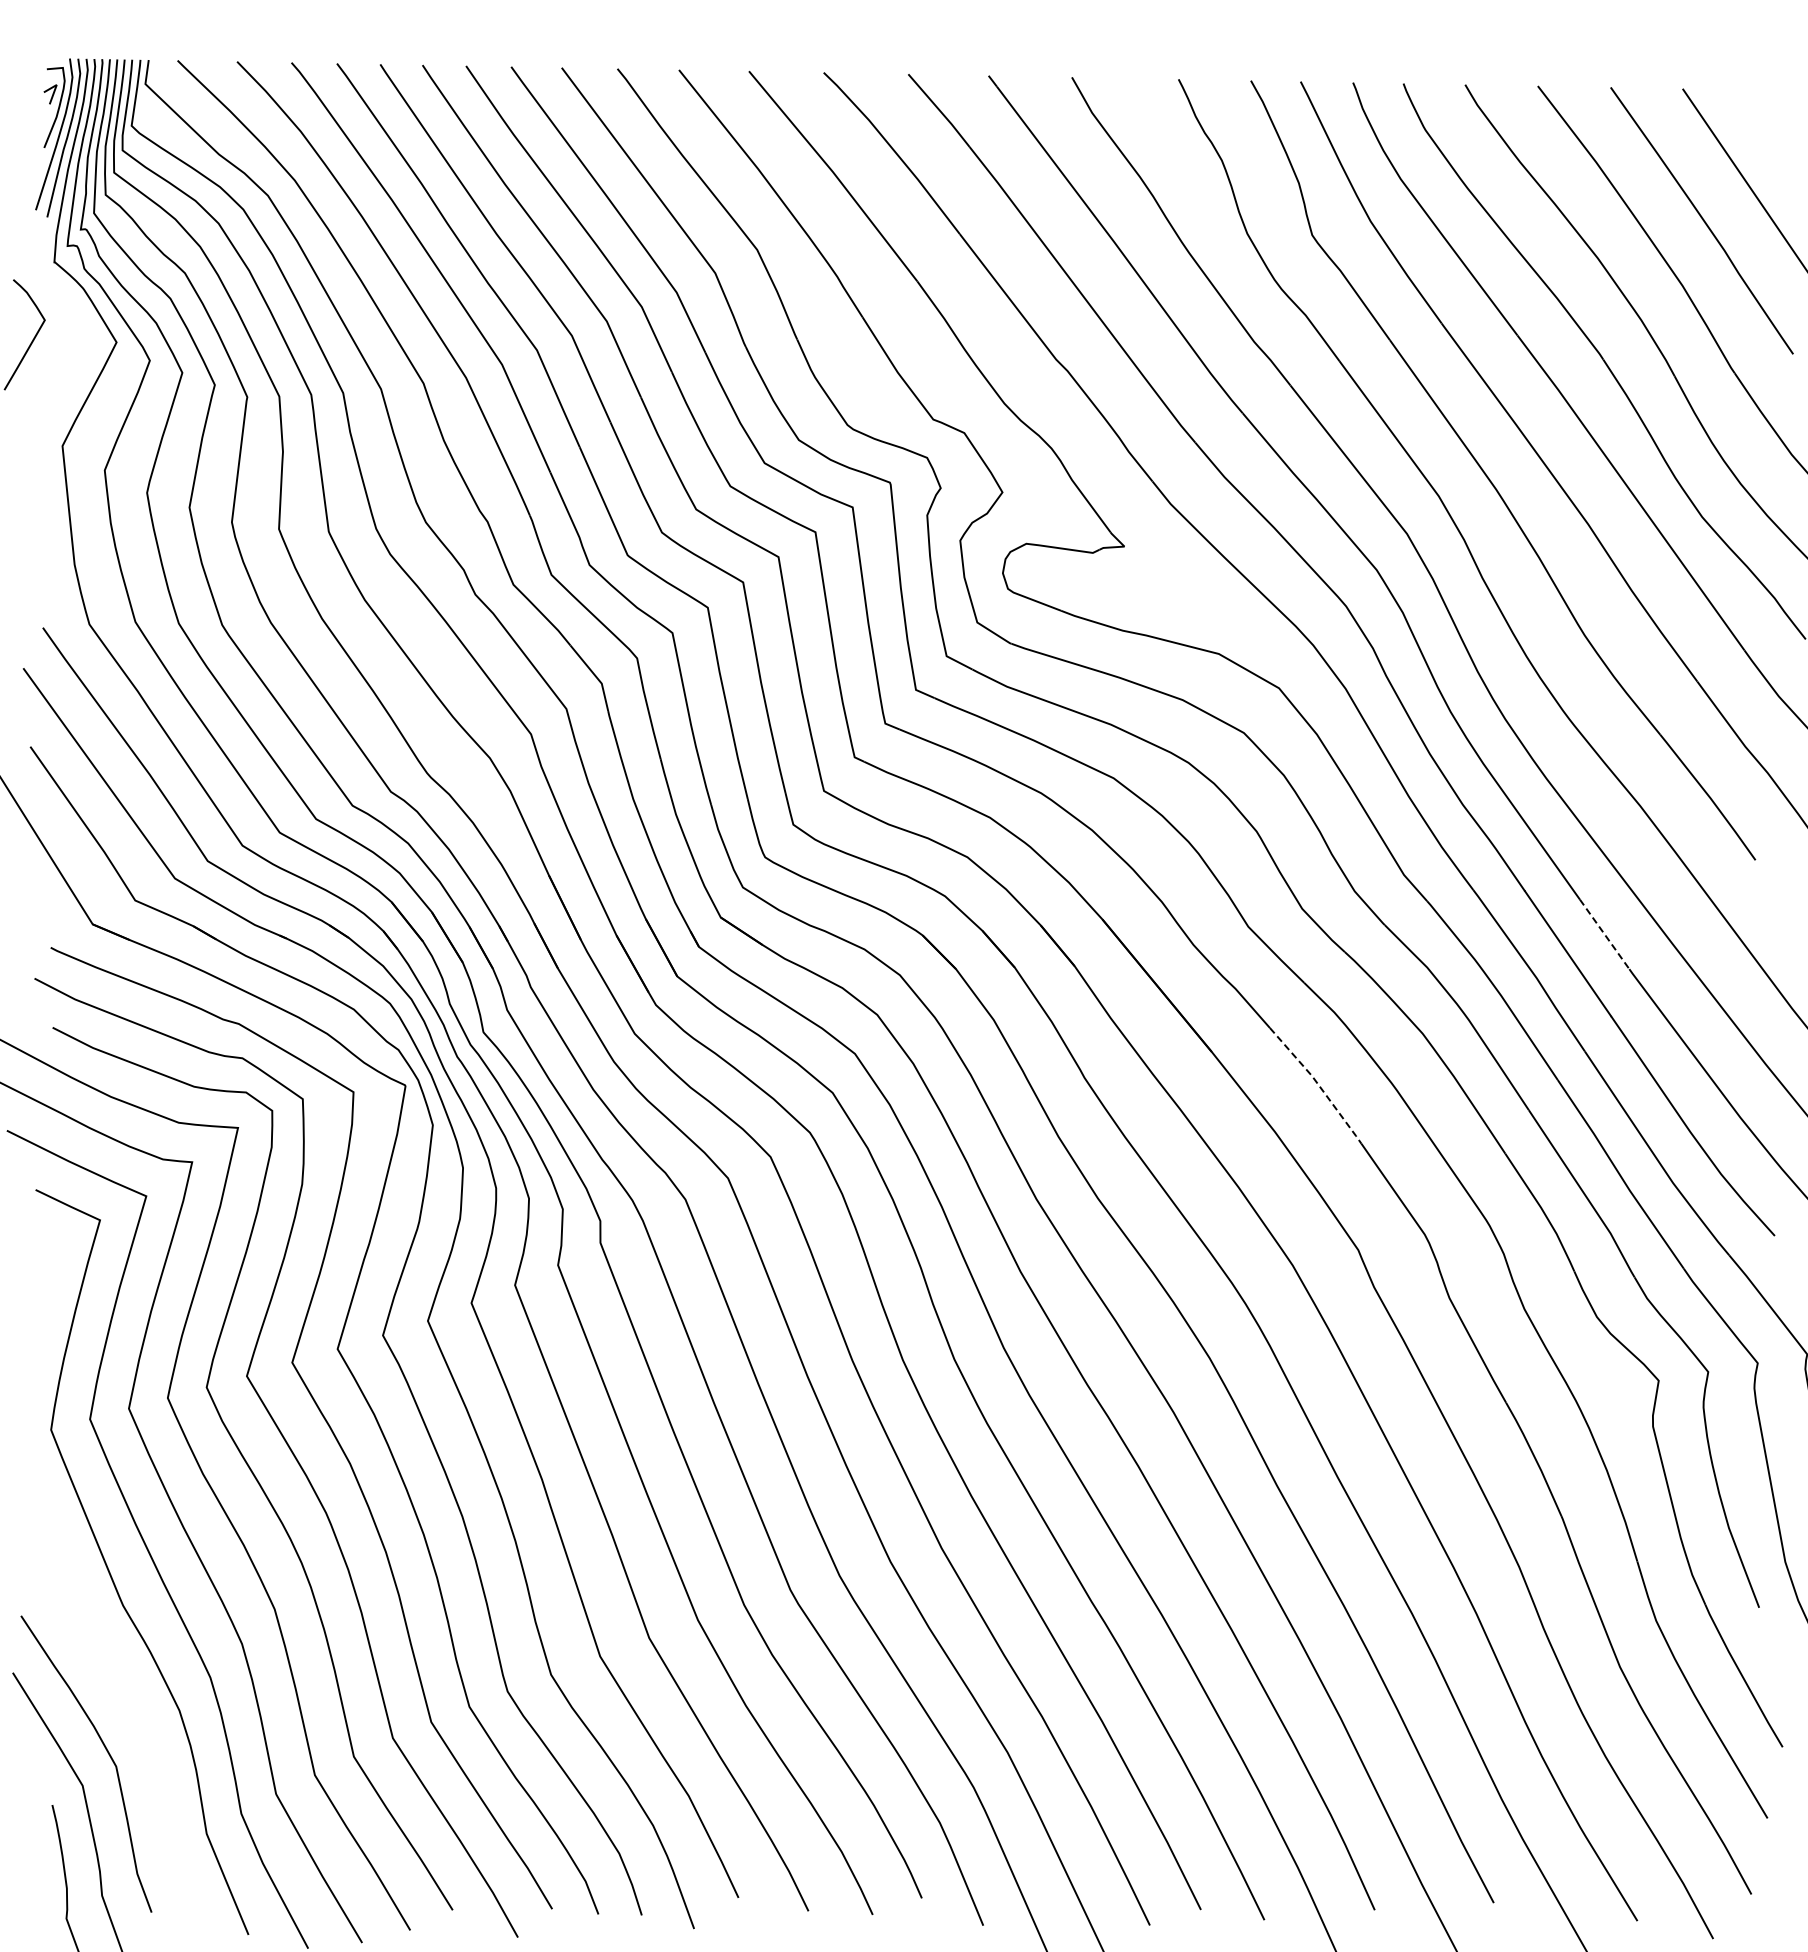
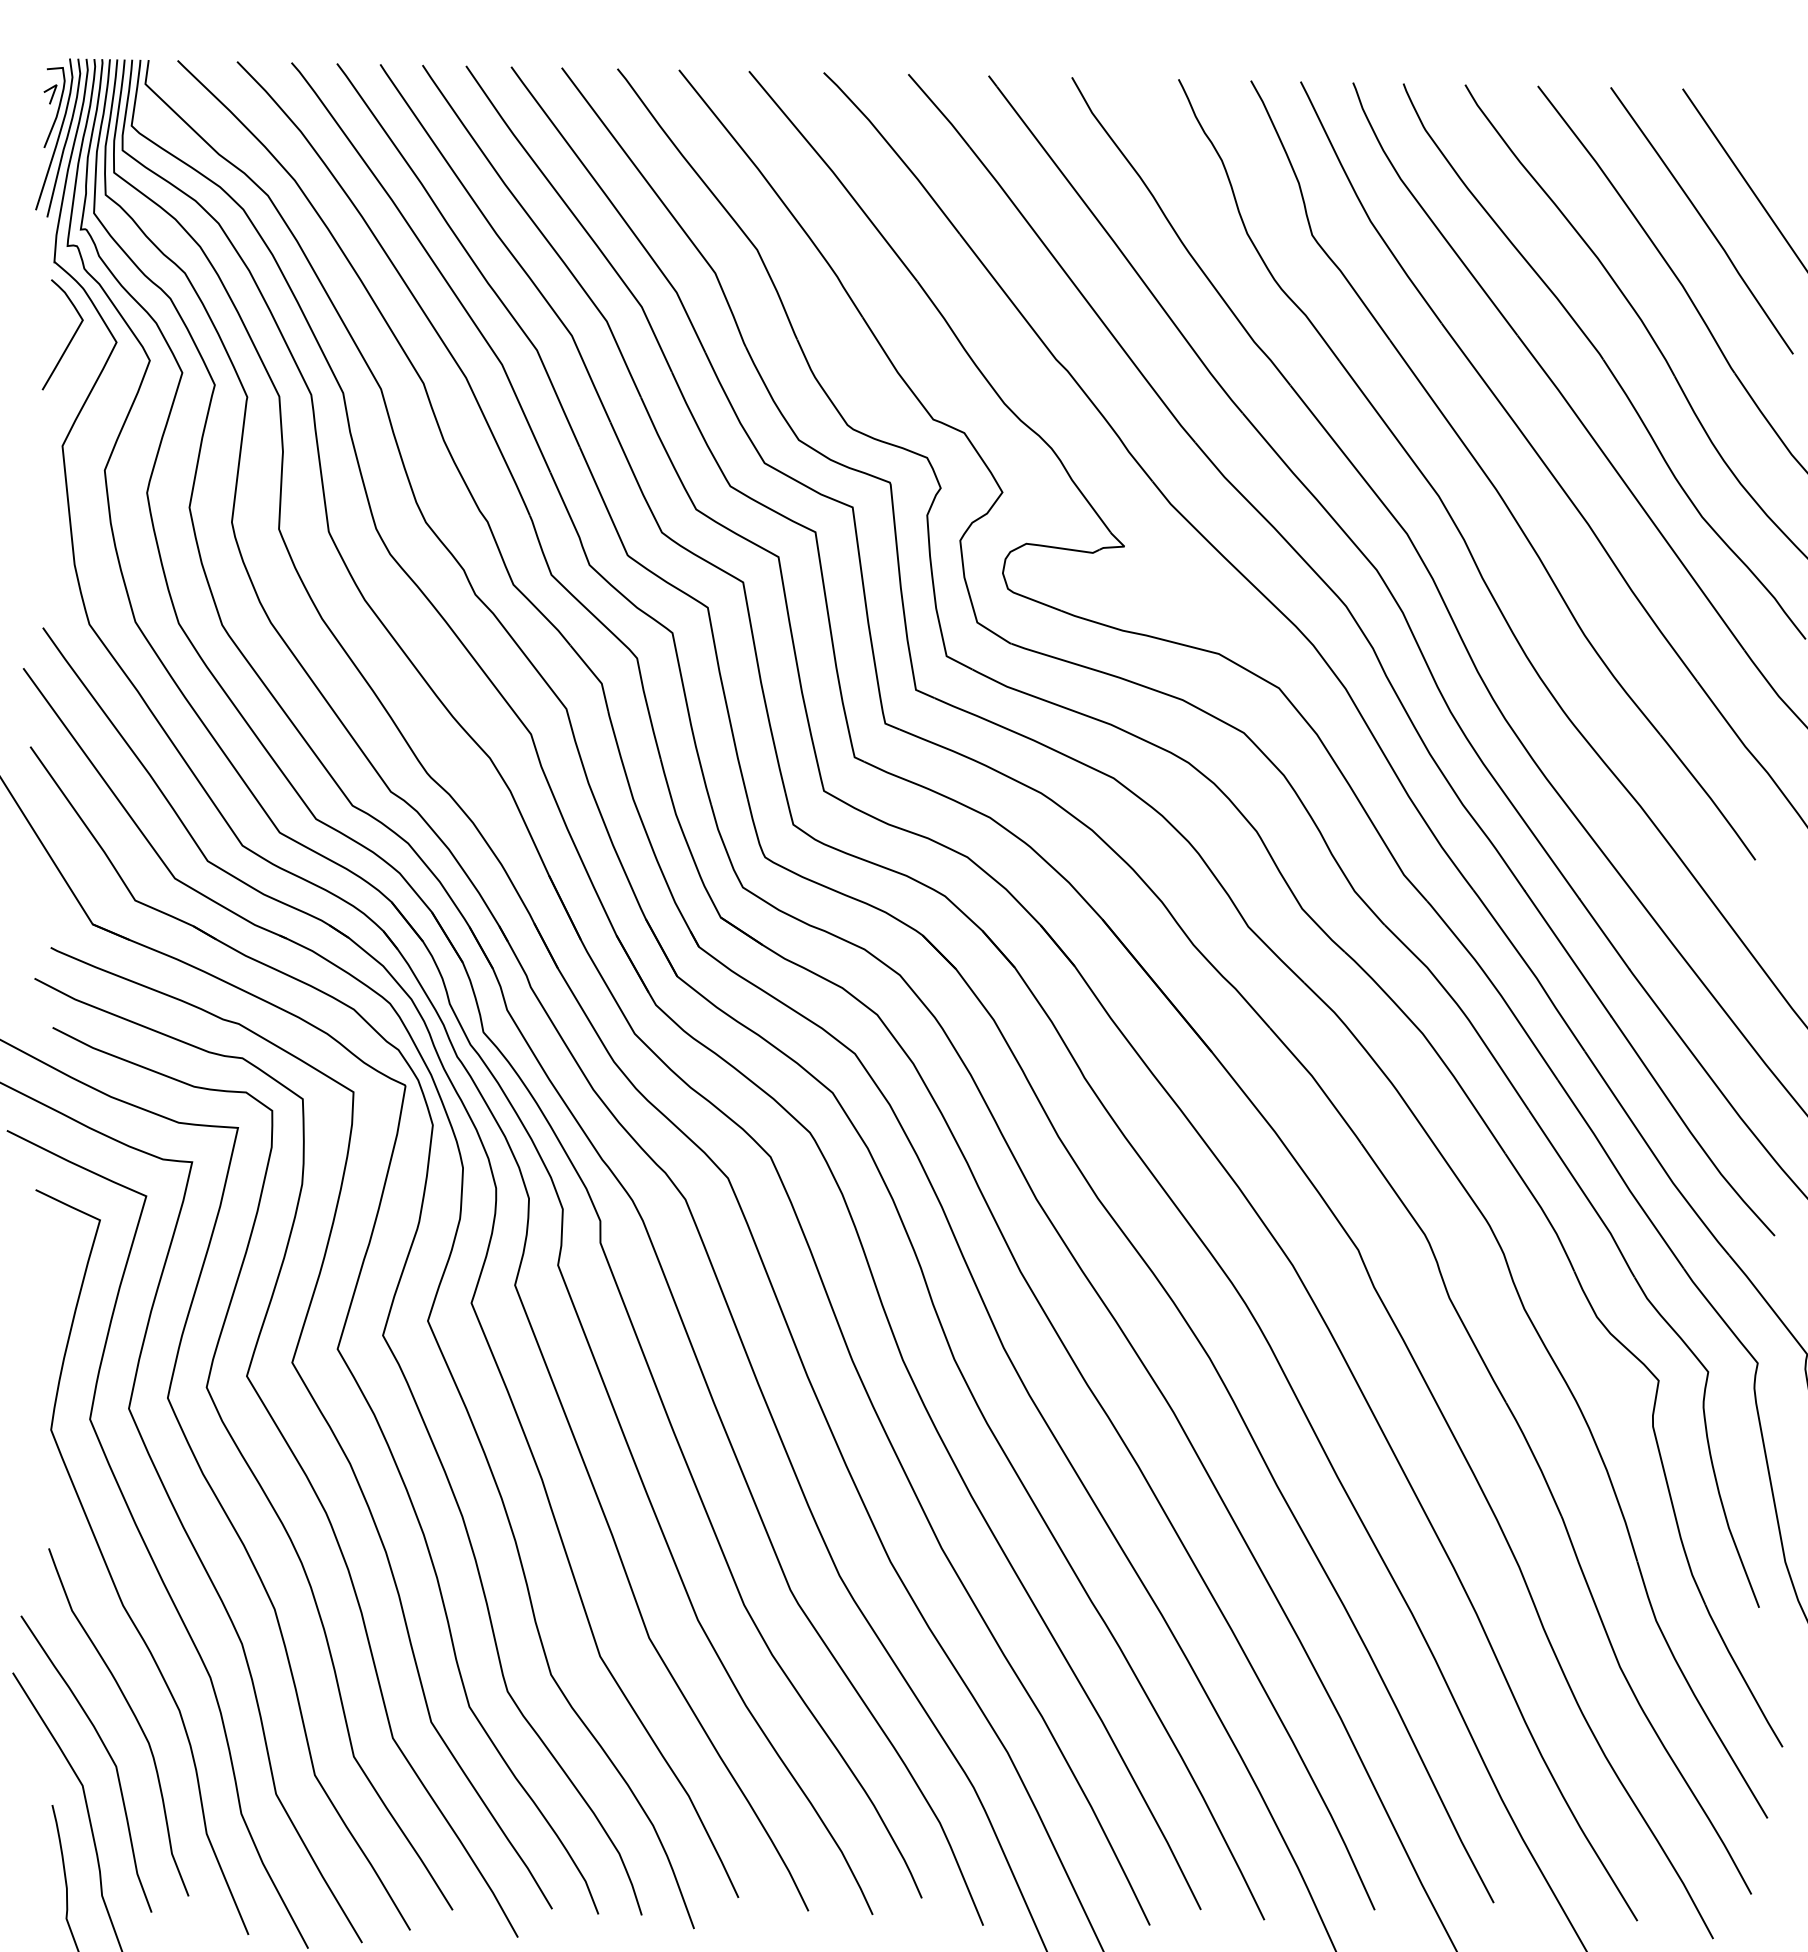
curve at (32, 339) position: (32, 339) -> (70, 339)
line at (1604, 934): dashed -> solid
line at (1318, 1084): dashed -> solid
curve at (133, 1715): none -> present
